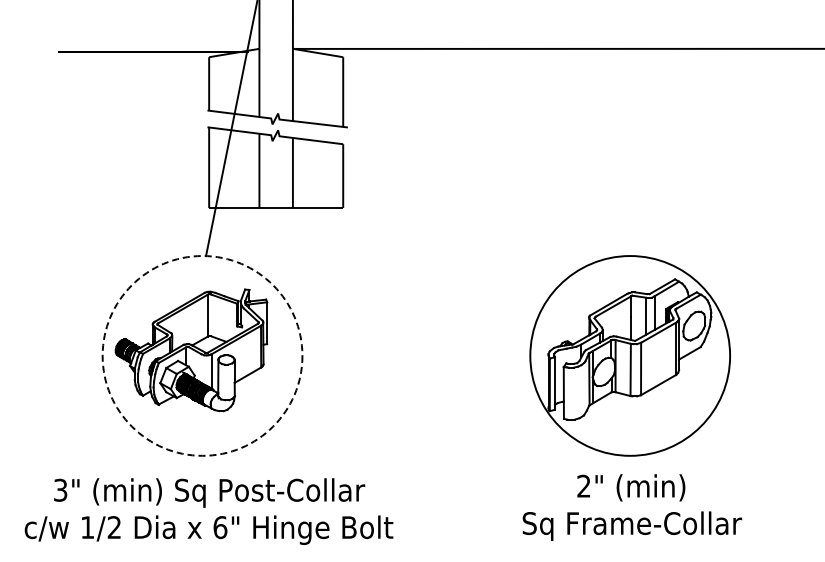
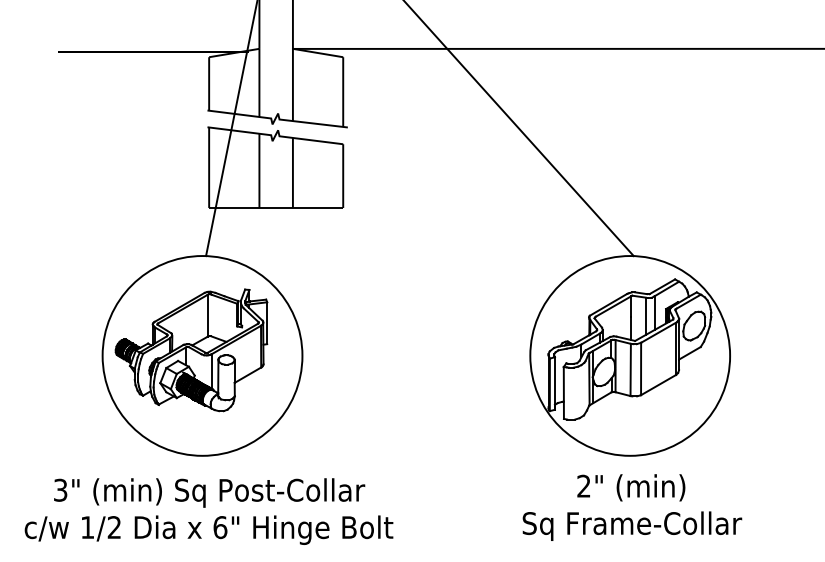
line at (519, 129): none -> present
circle at (202, 355): dashed -> solid
